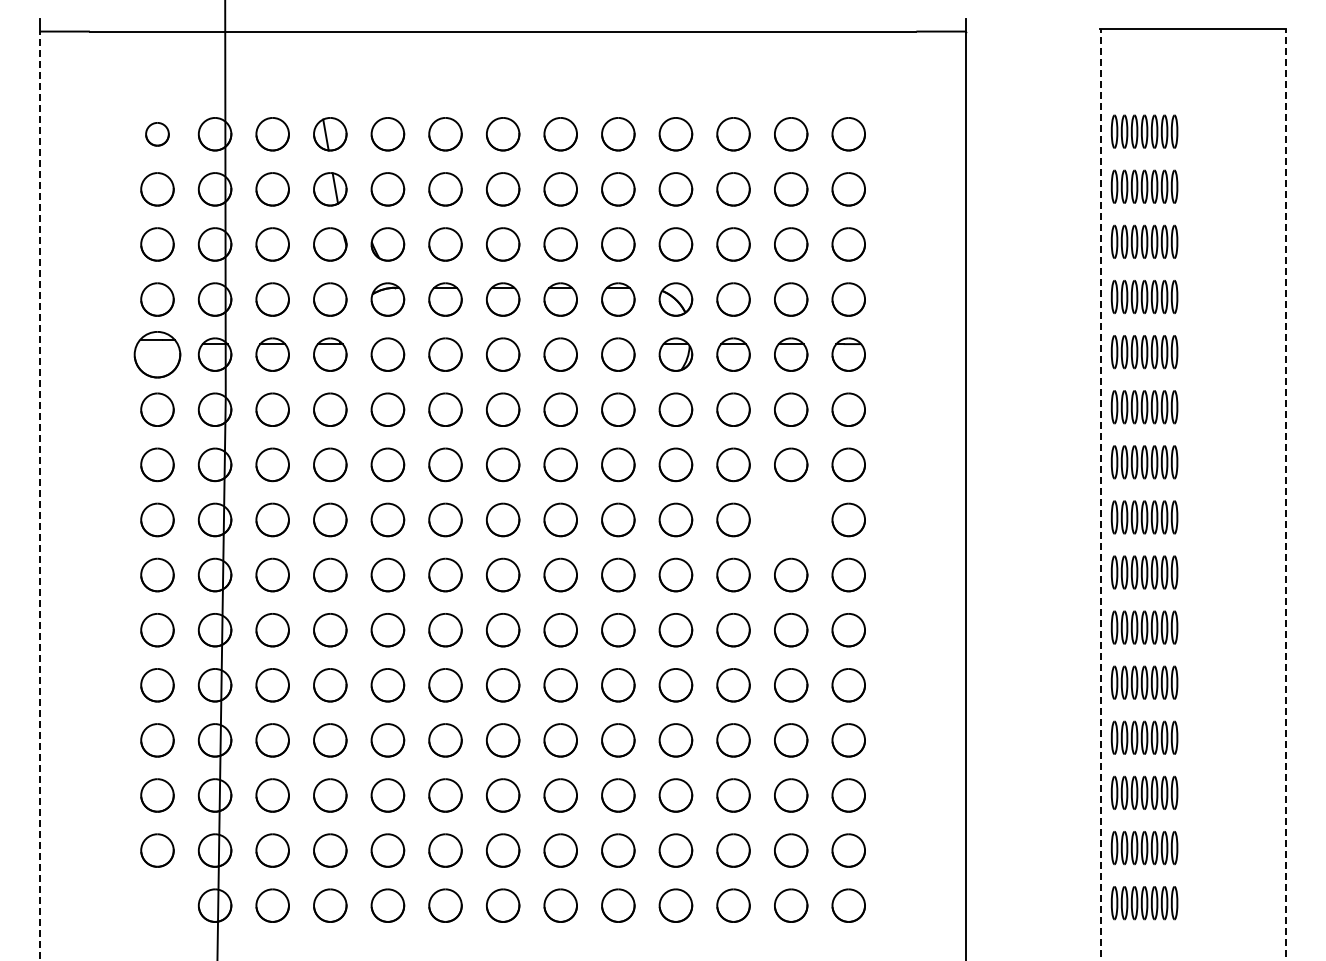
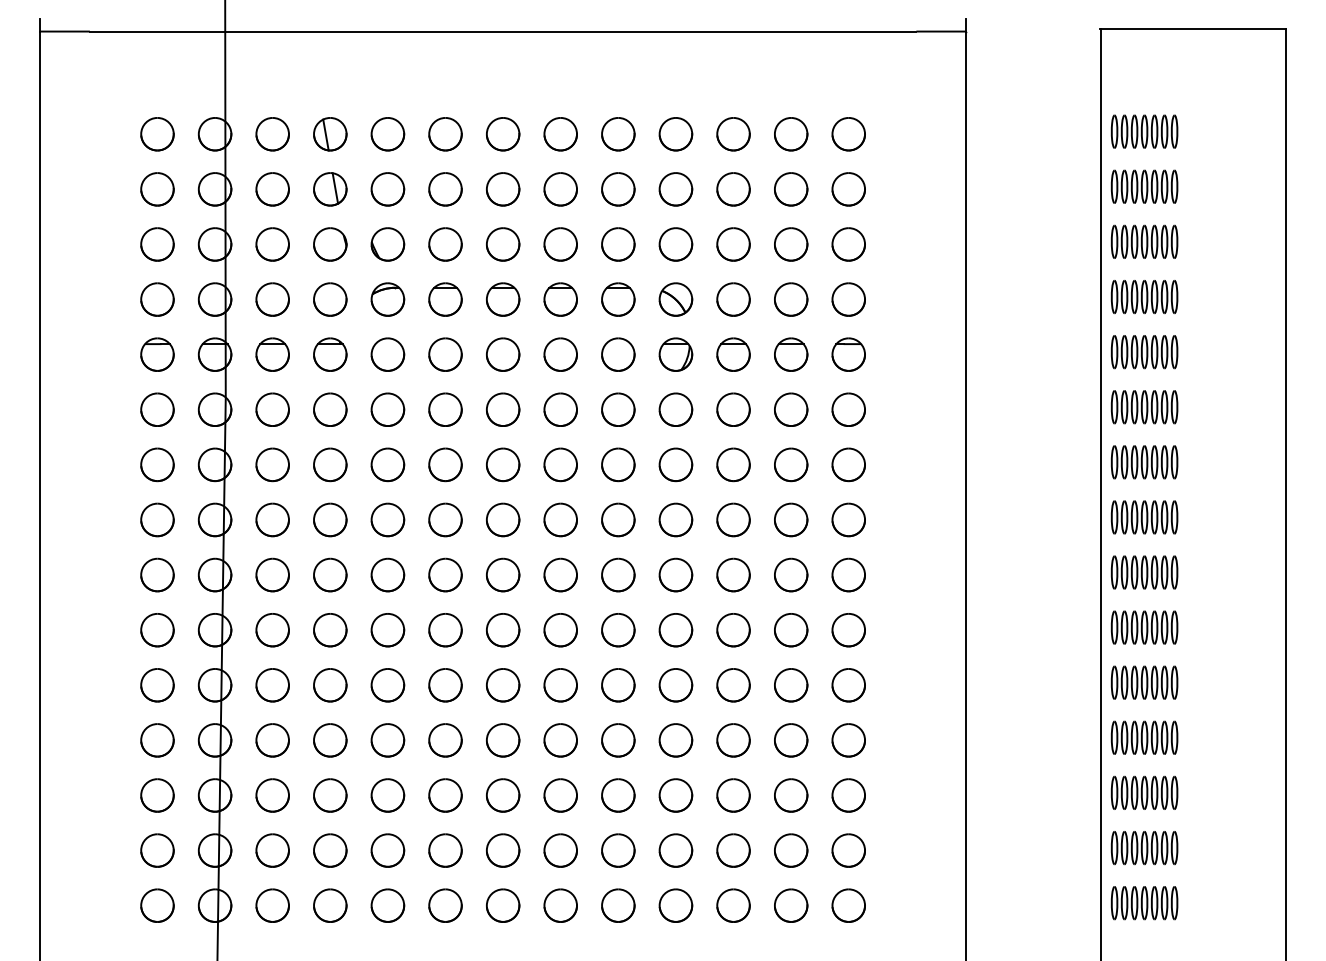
part at (157, 134) size: 25x25 px -> 35x35 px
part at (157, 354) size: 49x48 px -> 35x35 px
line at (39, 495): dashed -> solid
line at (1101, 495): dashed -> solid
line at (1286, 495): dashed -> solid
part at (791, 519): none -> present
part at (157, 905): none -> present
